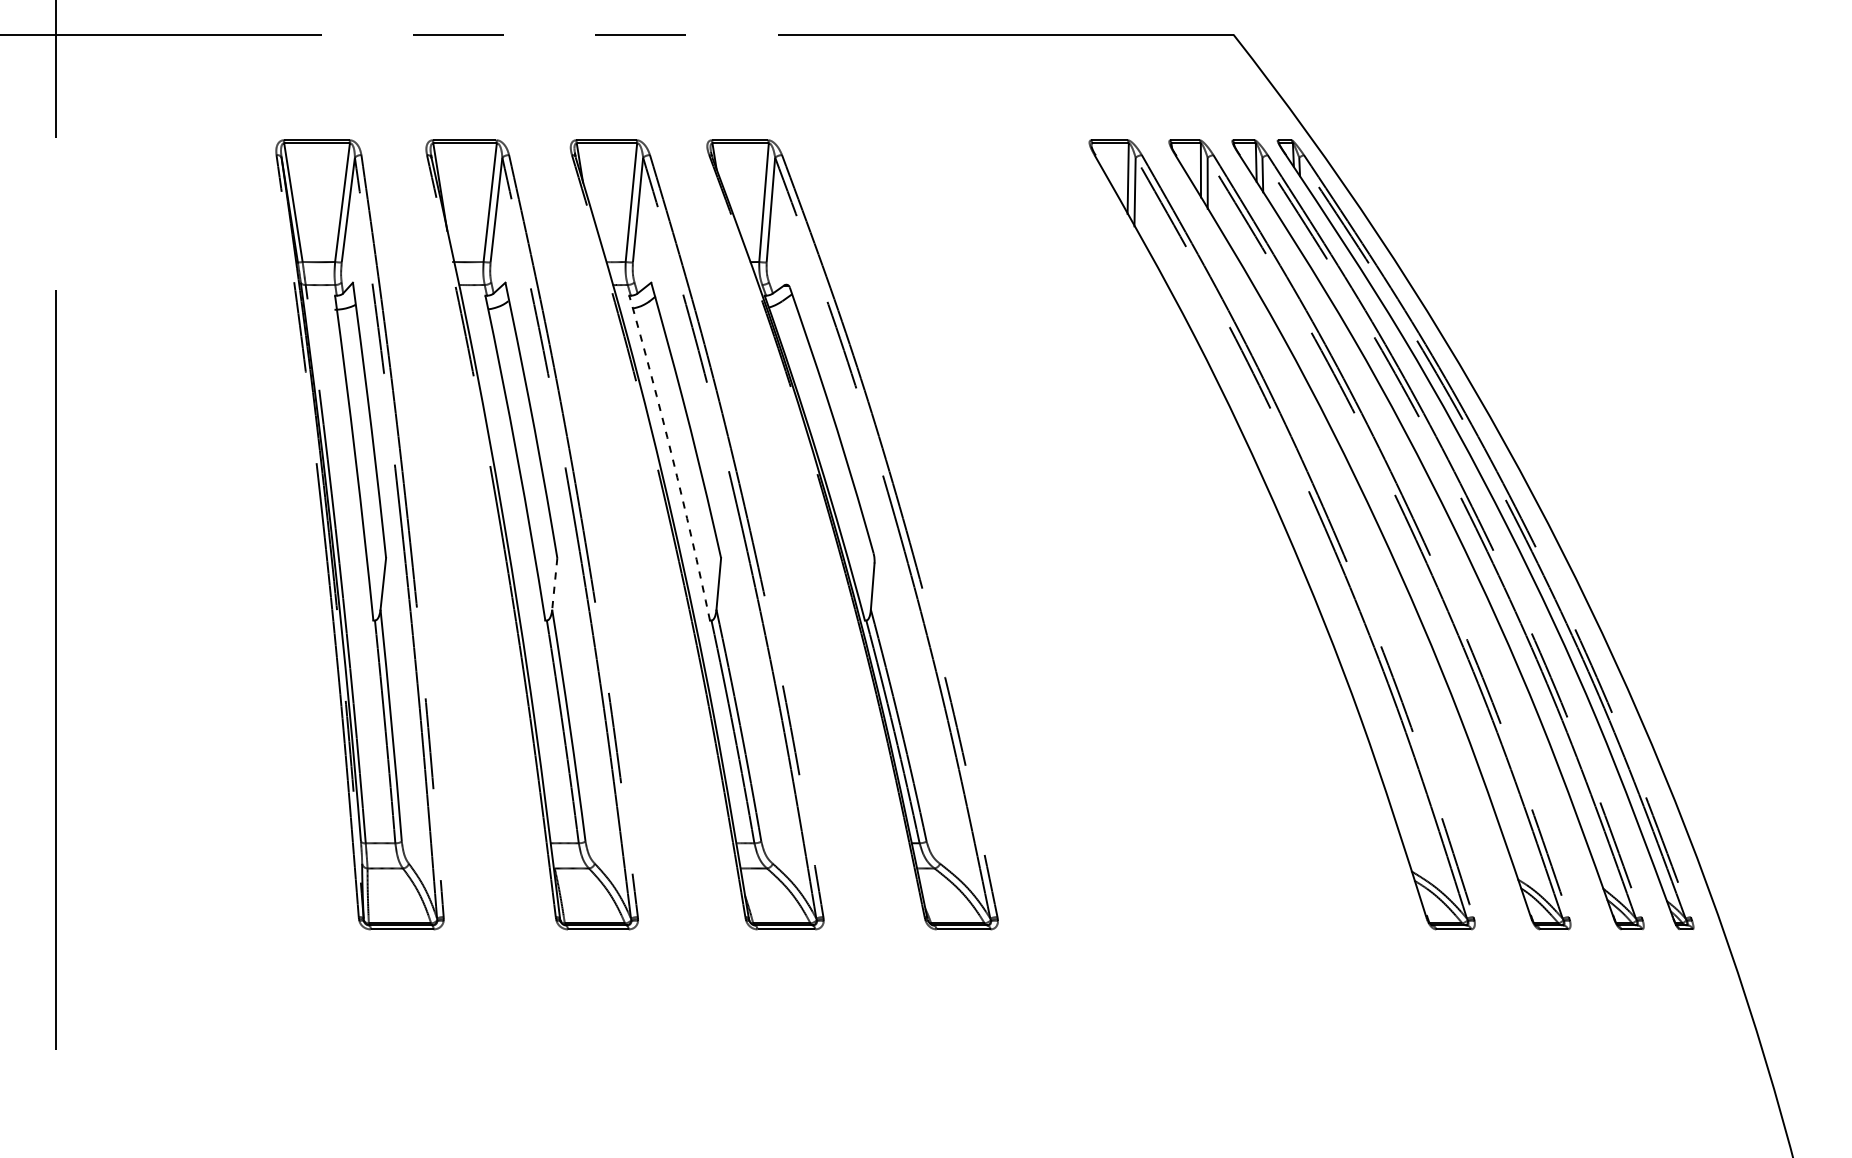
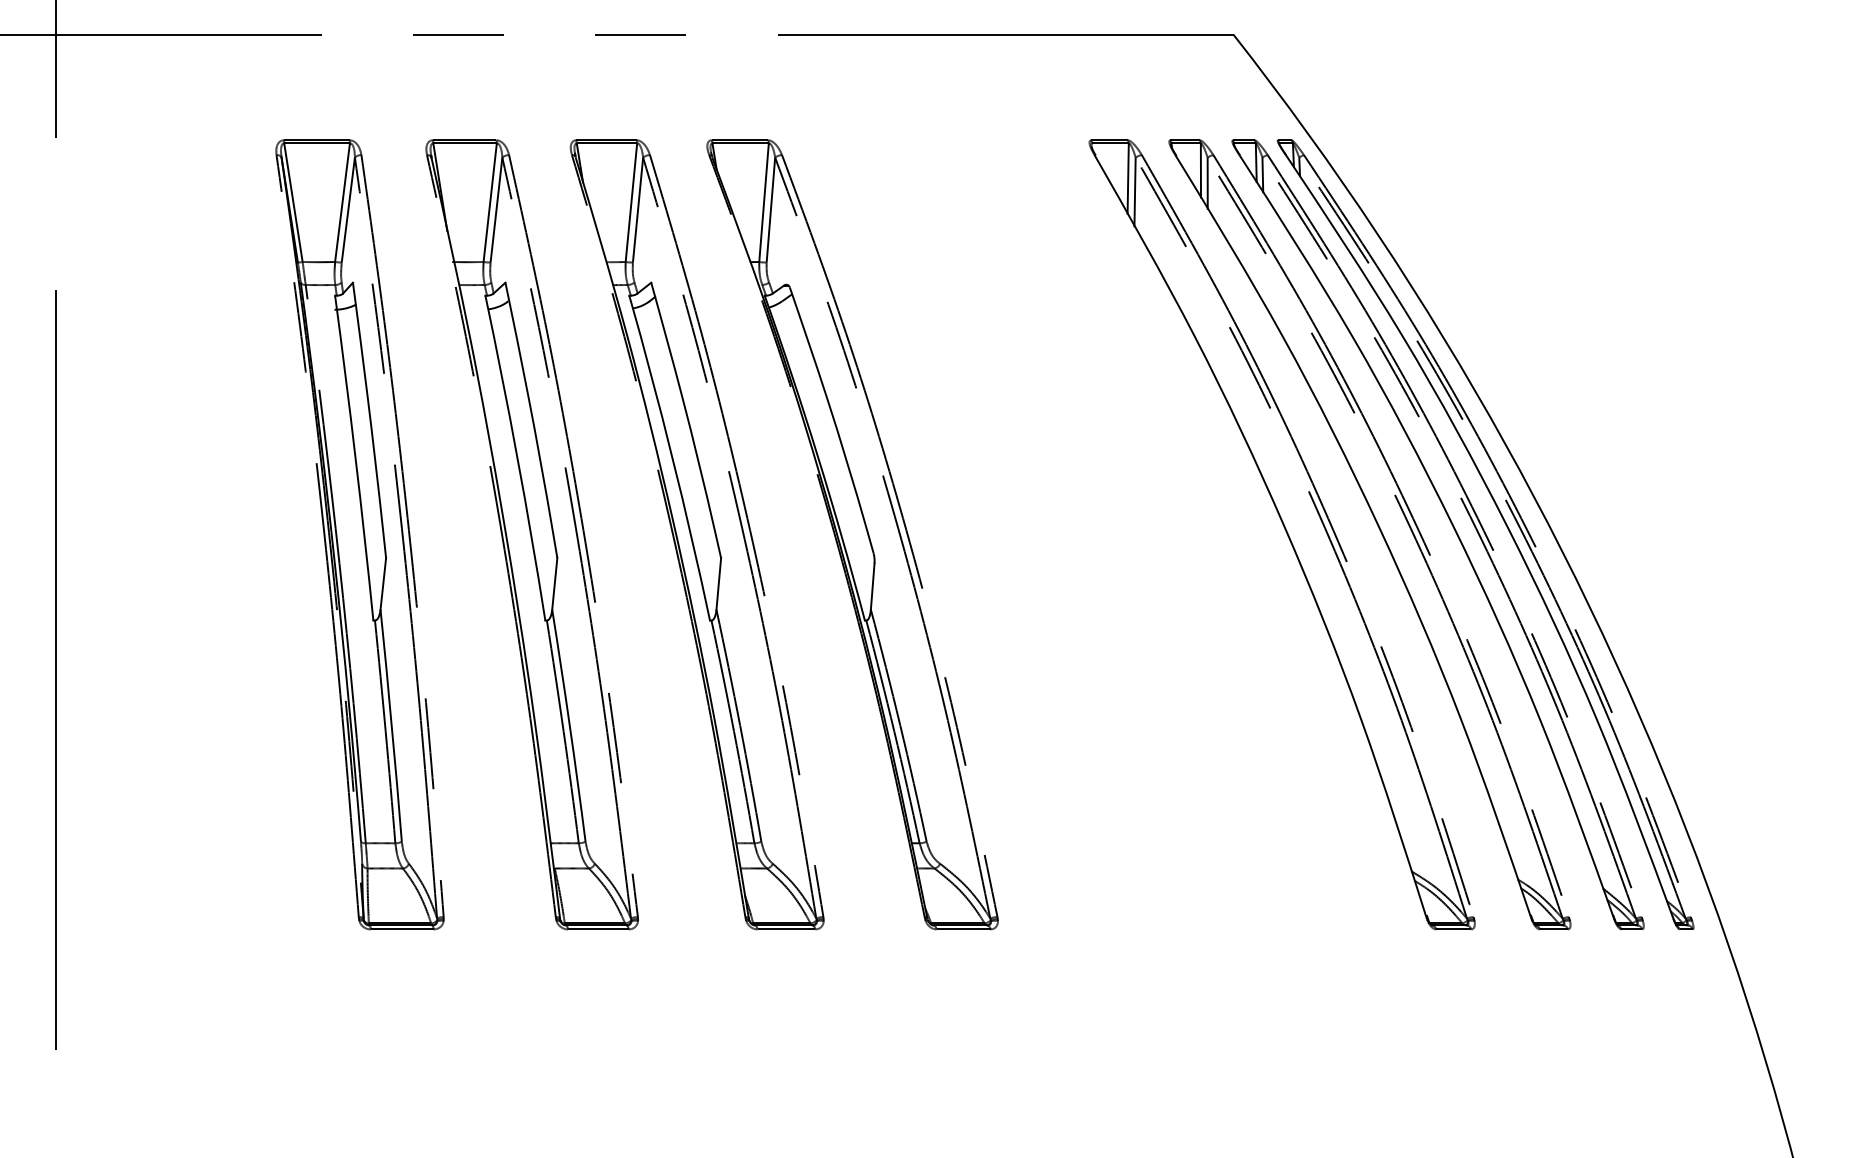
arc at (672, 457): dashed -> solid
line at (554, 583): dashed -> solid
